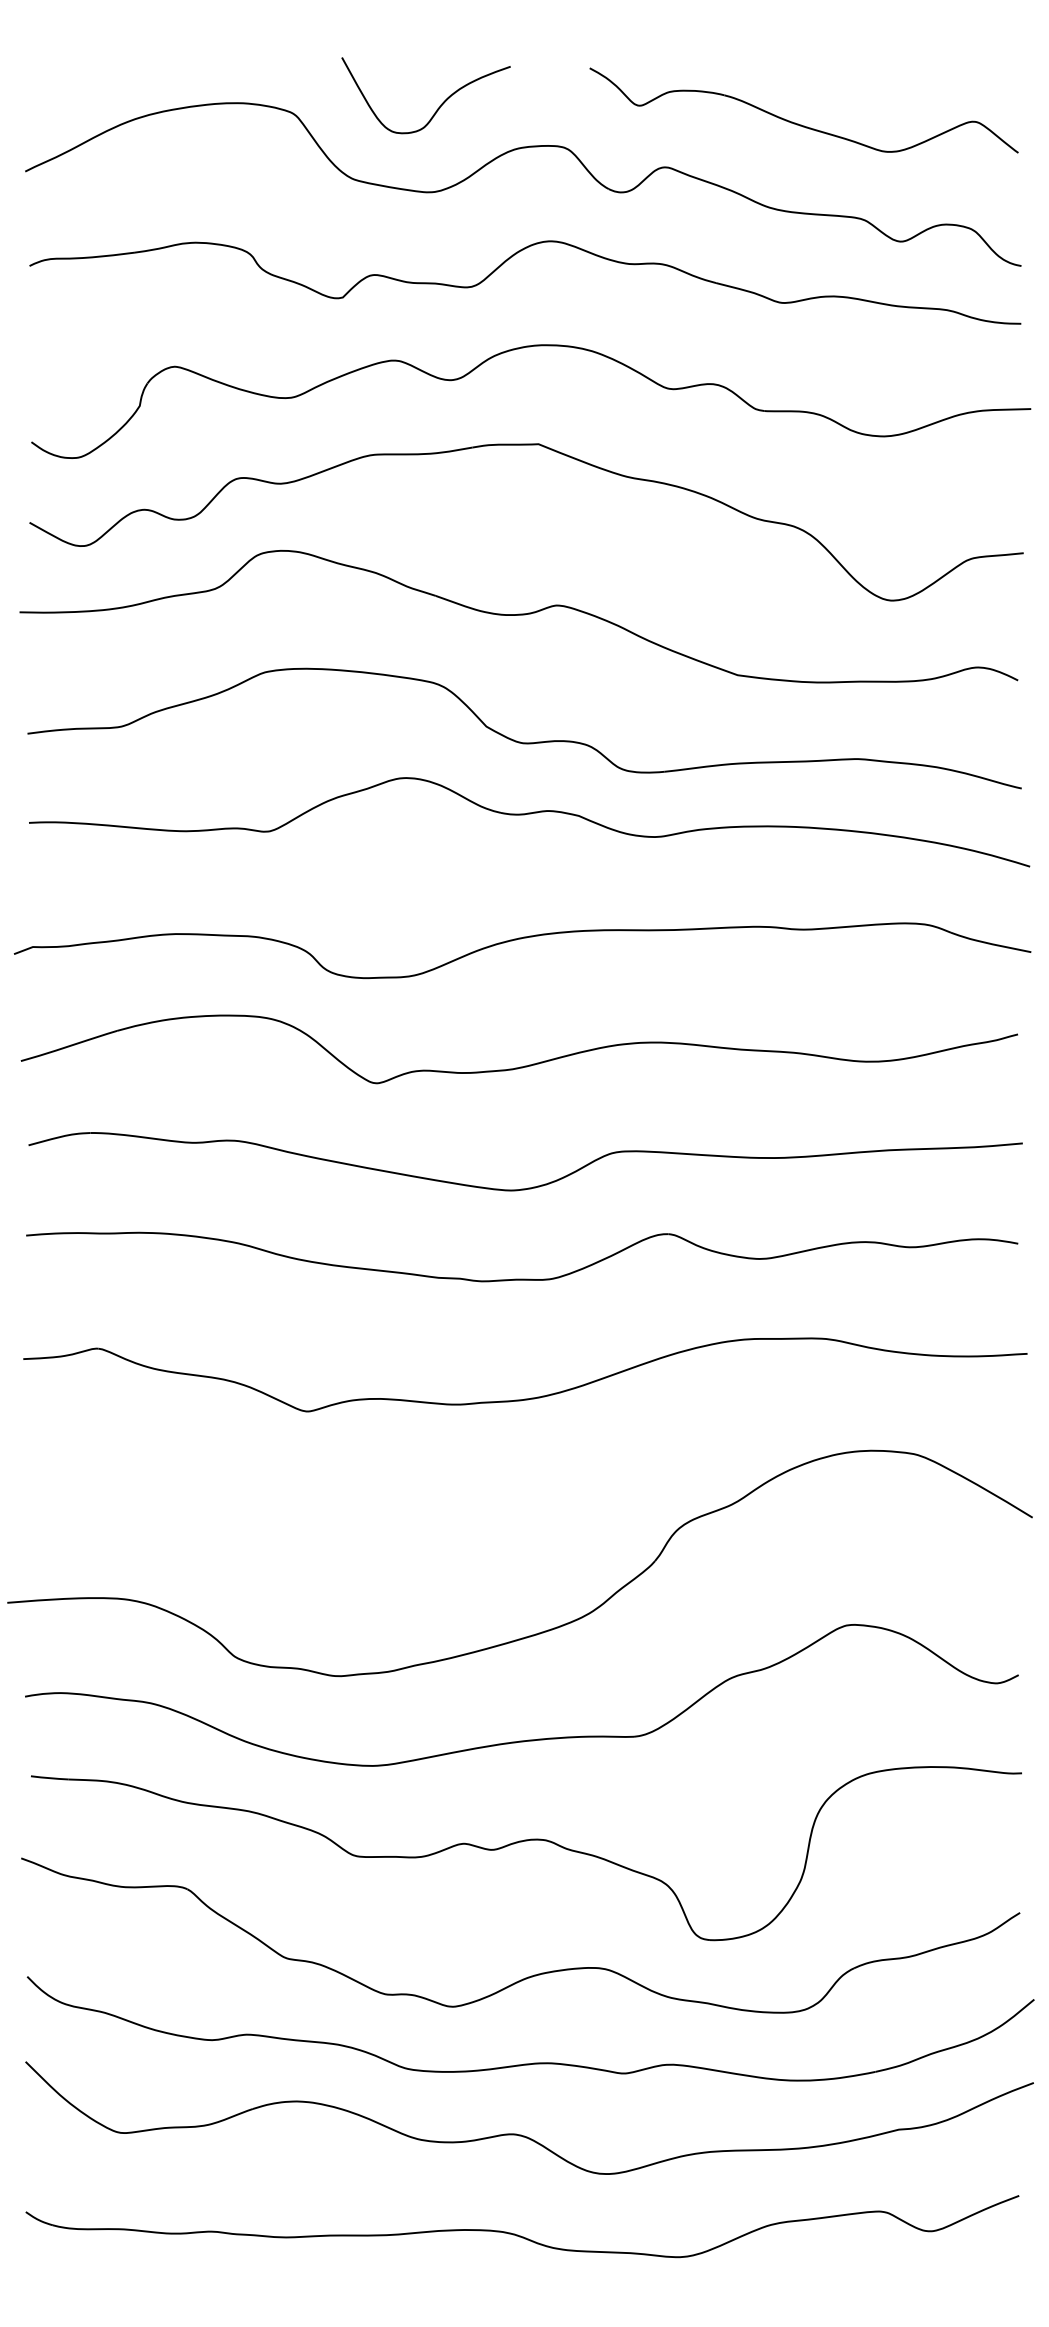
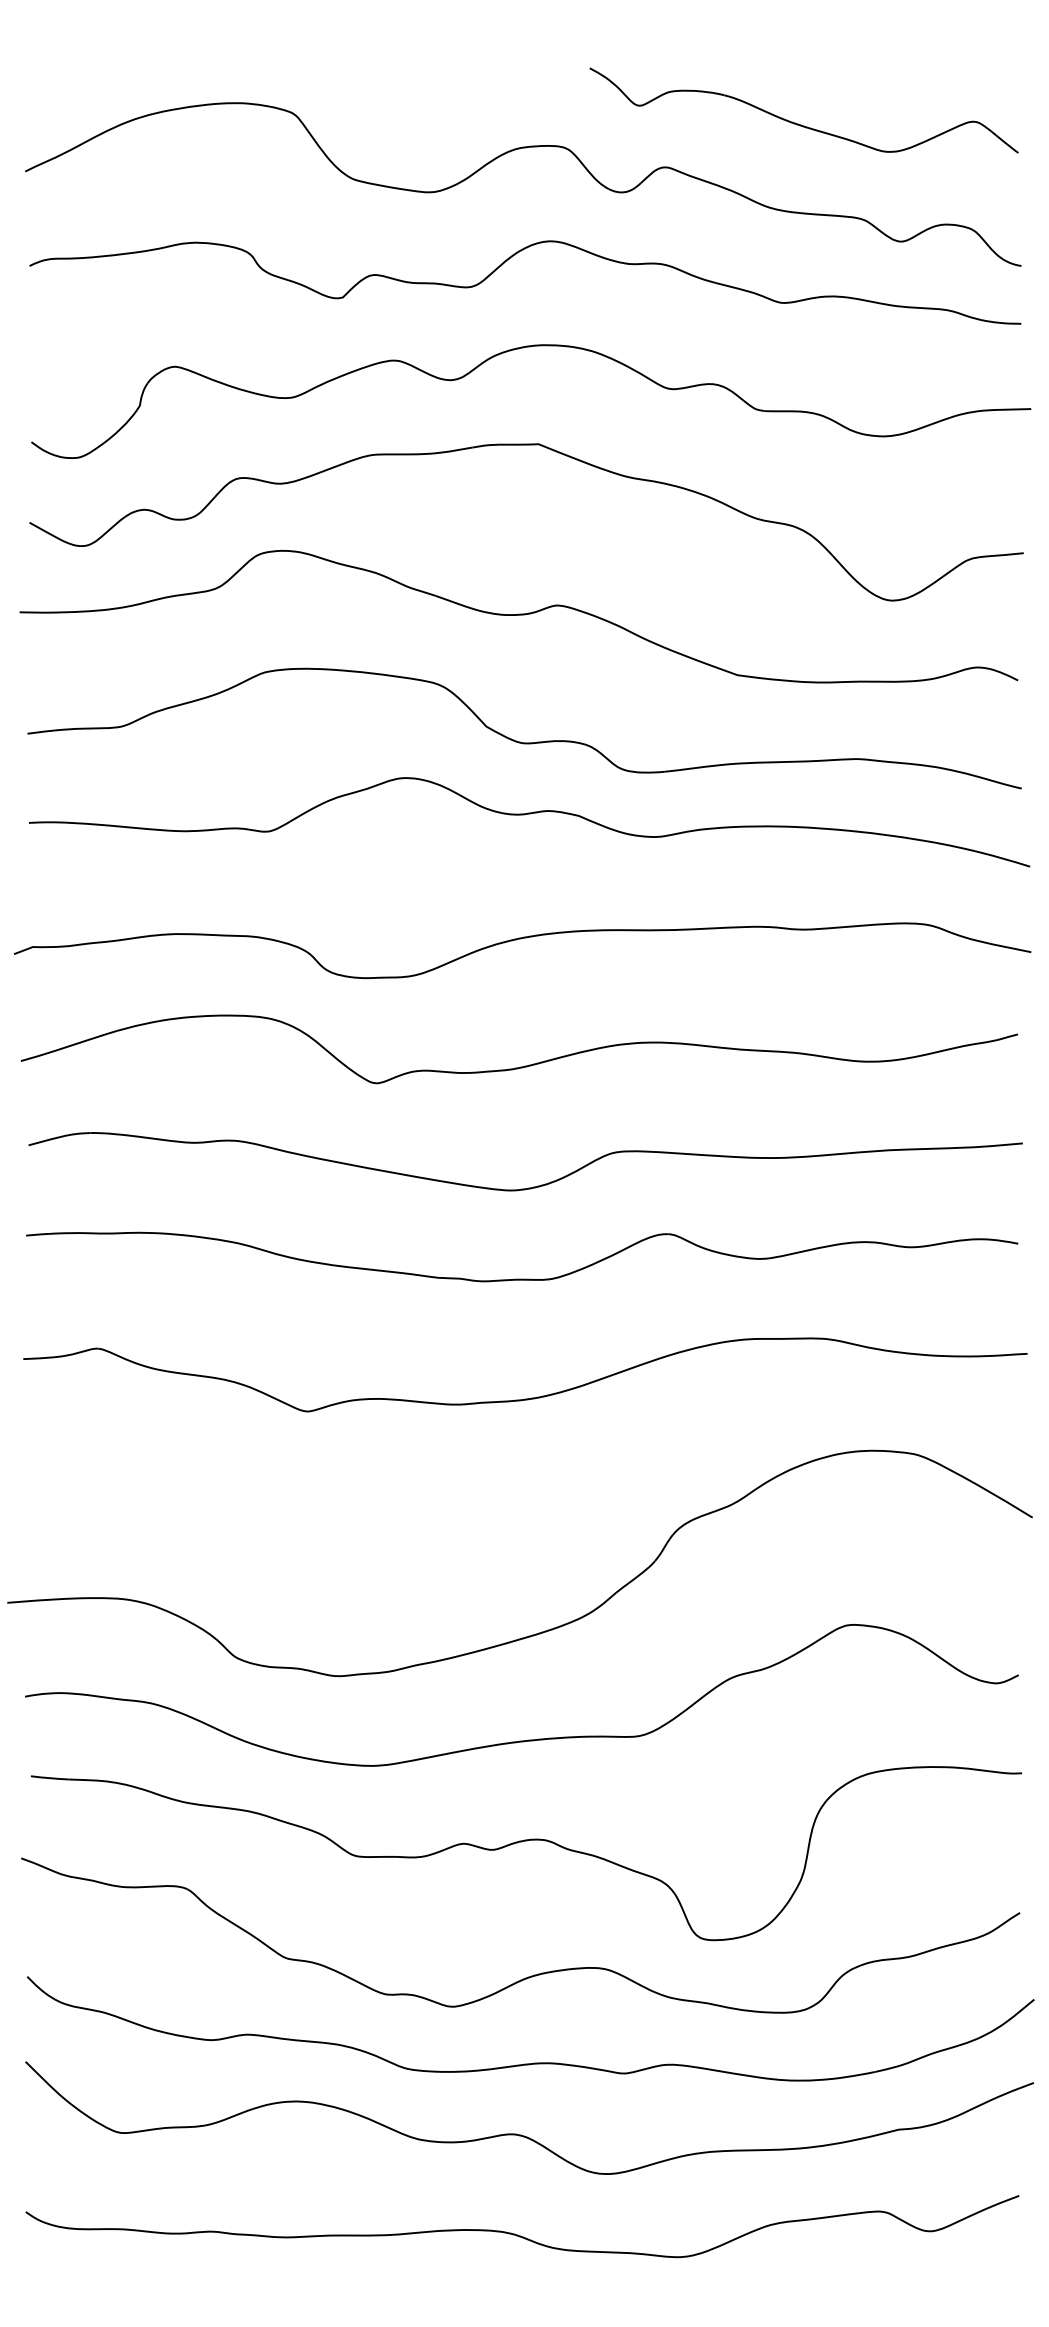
curve at (440, 104): present -> none
